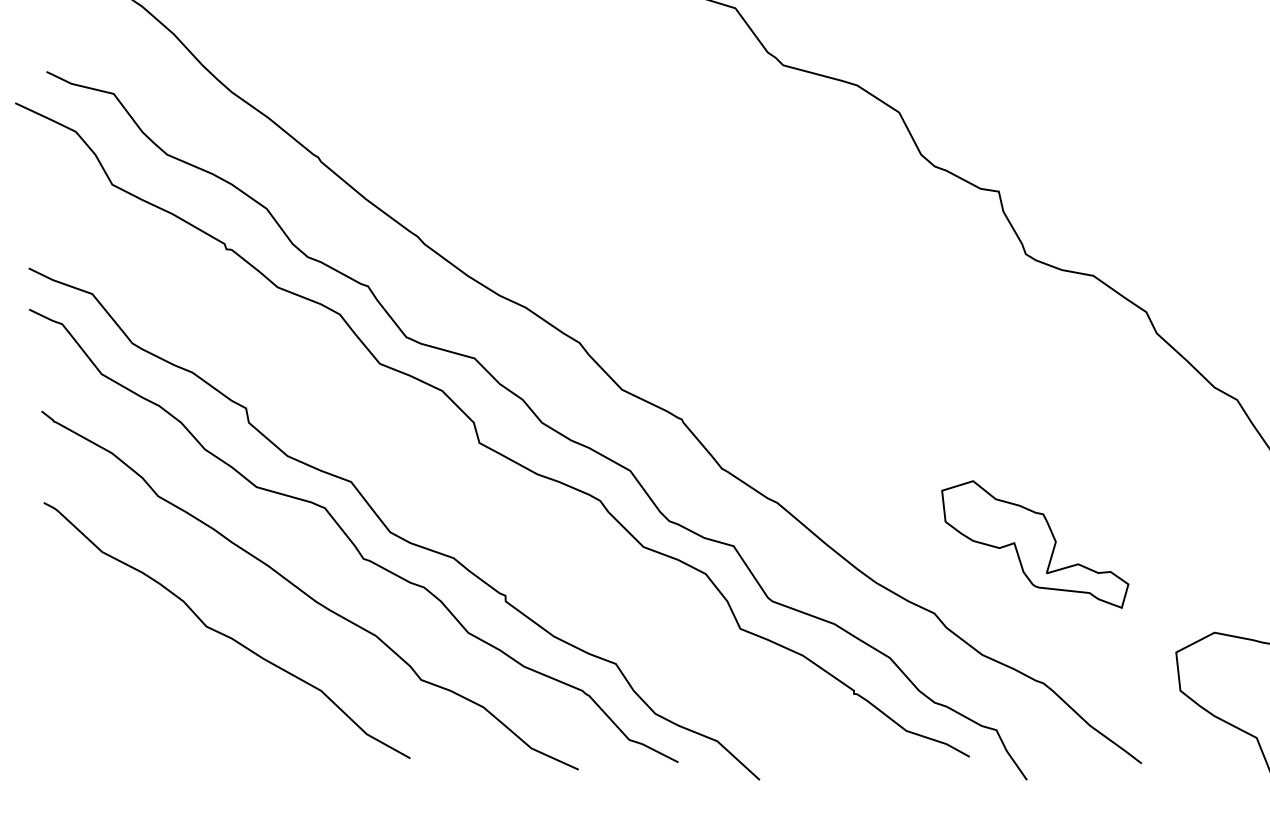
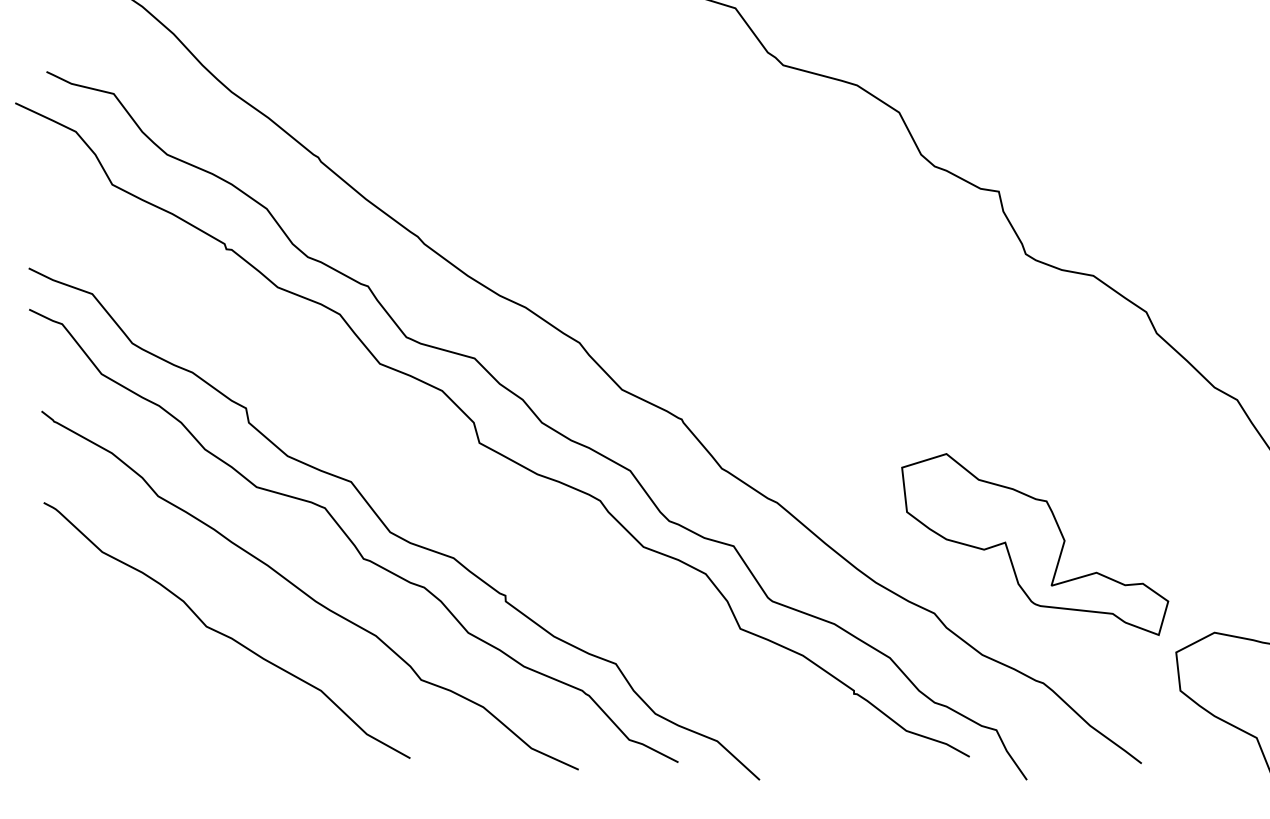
part at (1035, 544) size: 189x129 px -> 269x183 px
